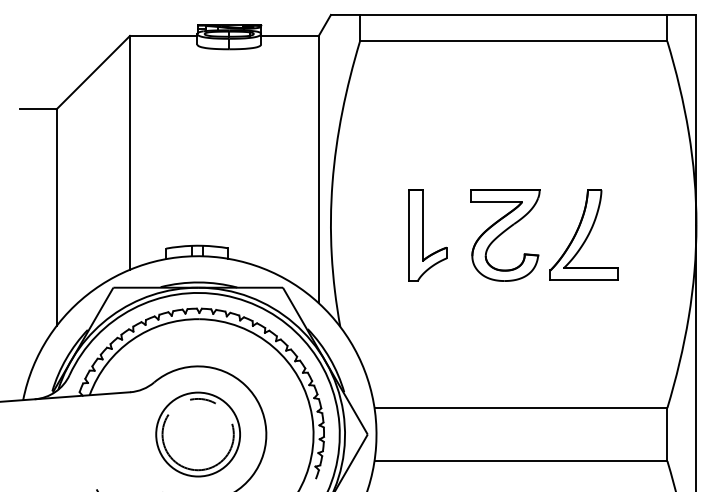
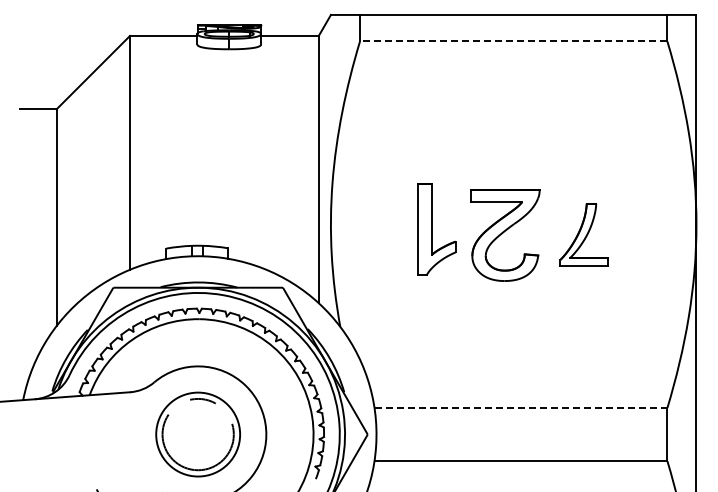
line at (513, 41): solid -> dashed
part at (583, 234) size: 70x92 px -> 50x64 px
part at (427, 235) position: (427, 235) -> (436, 229)
line at (521, 408): solid -> dashed
